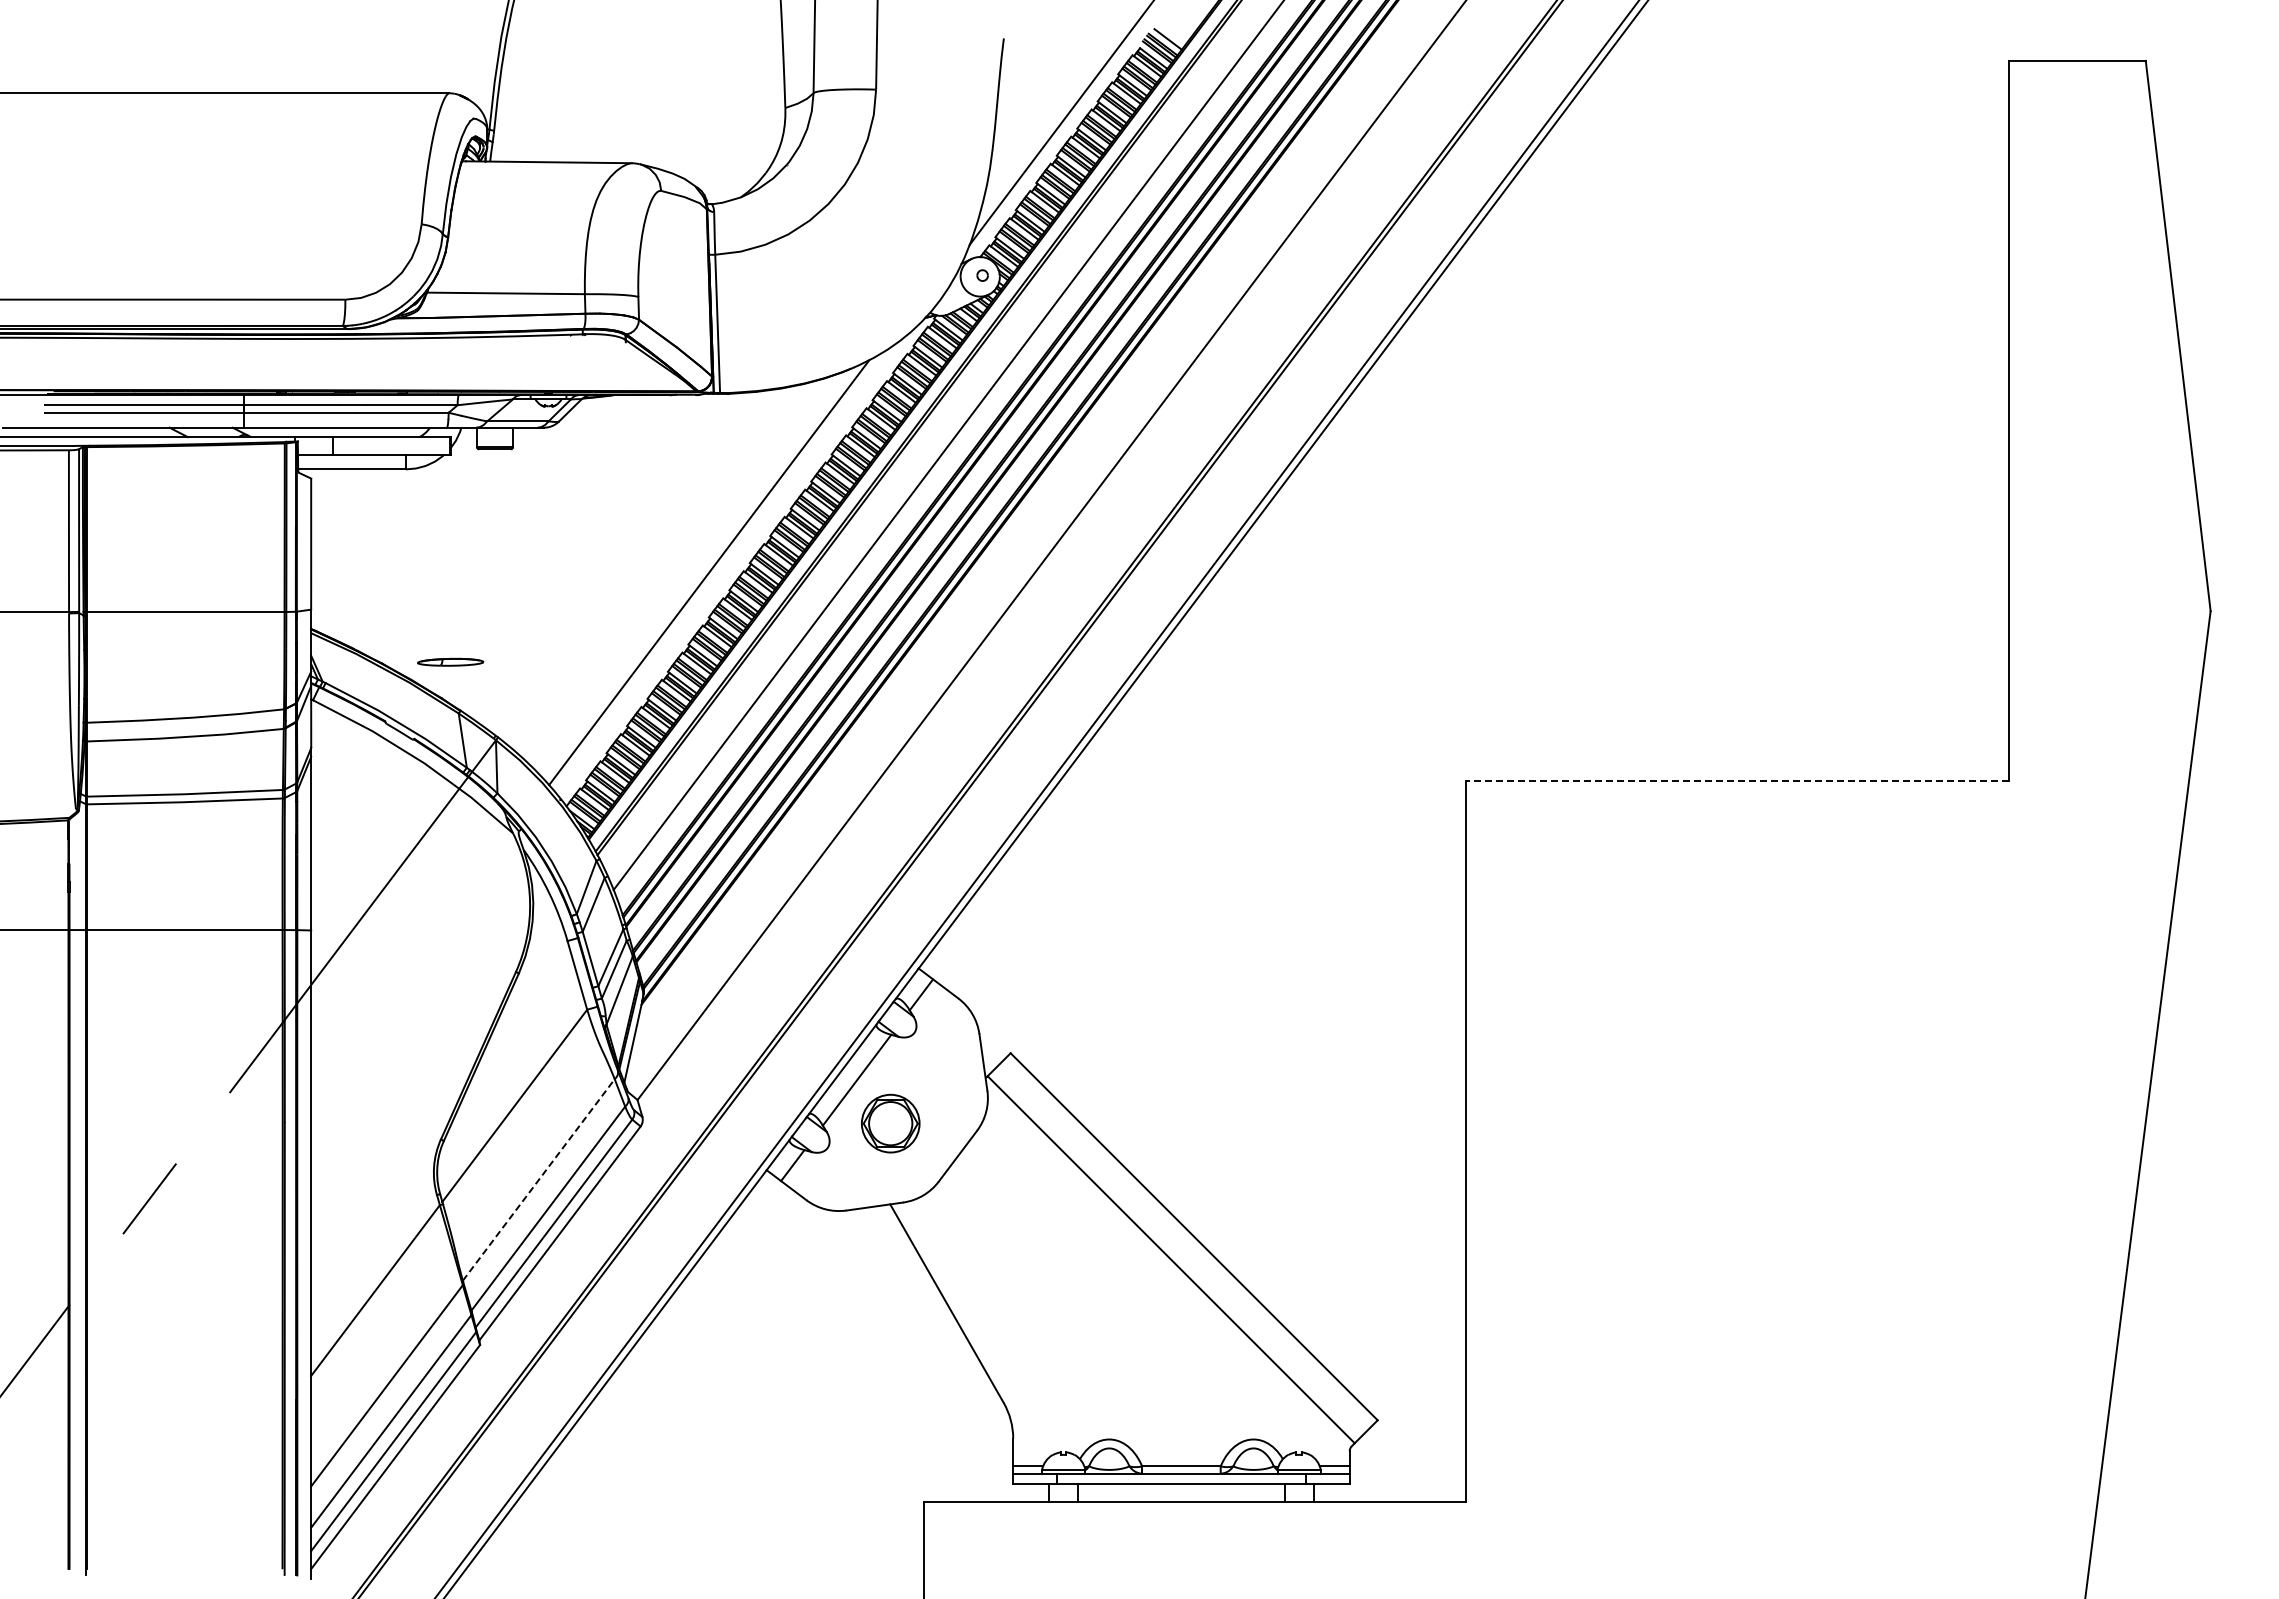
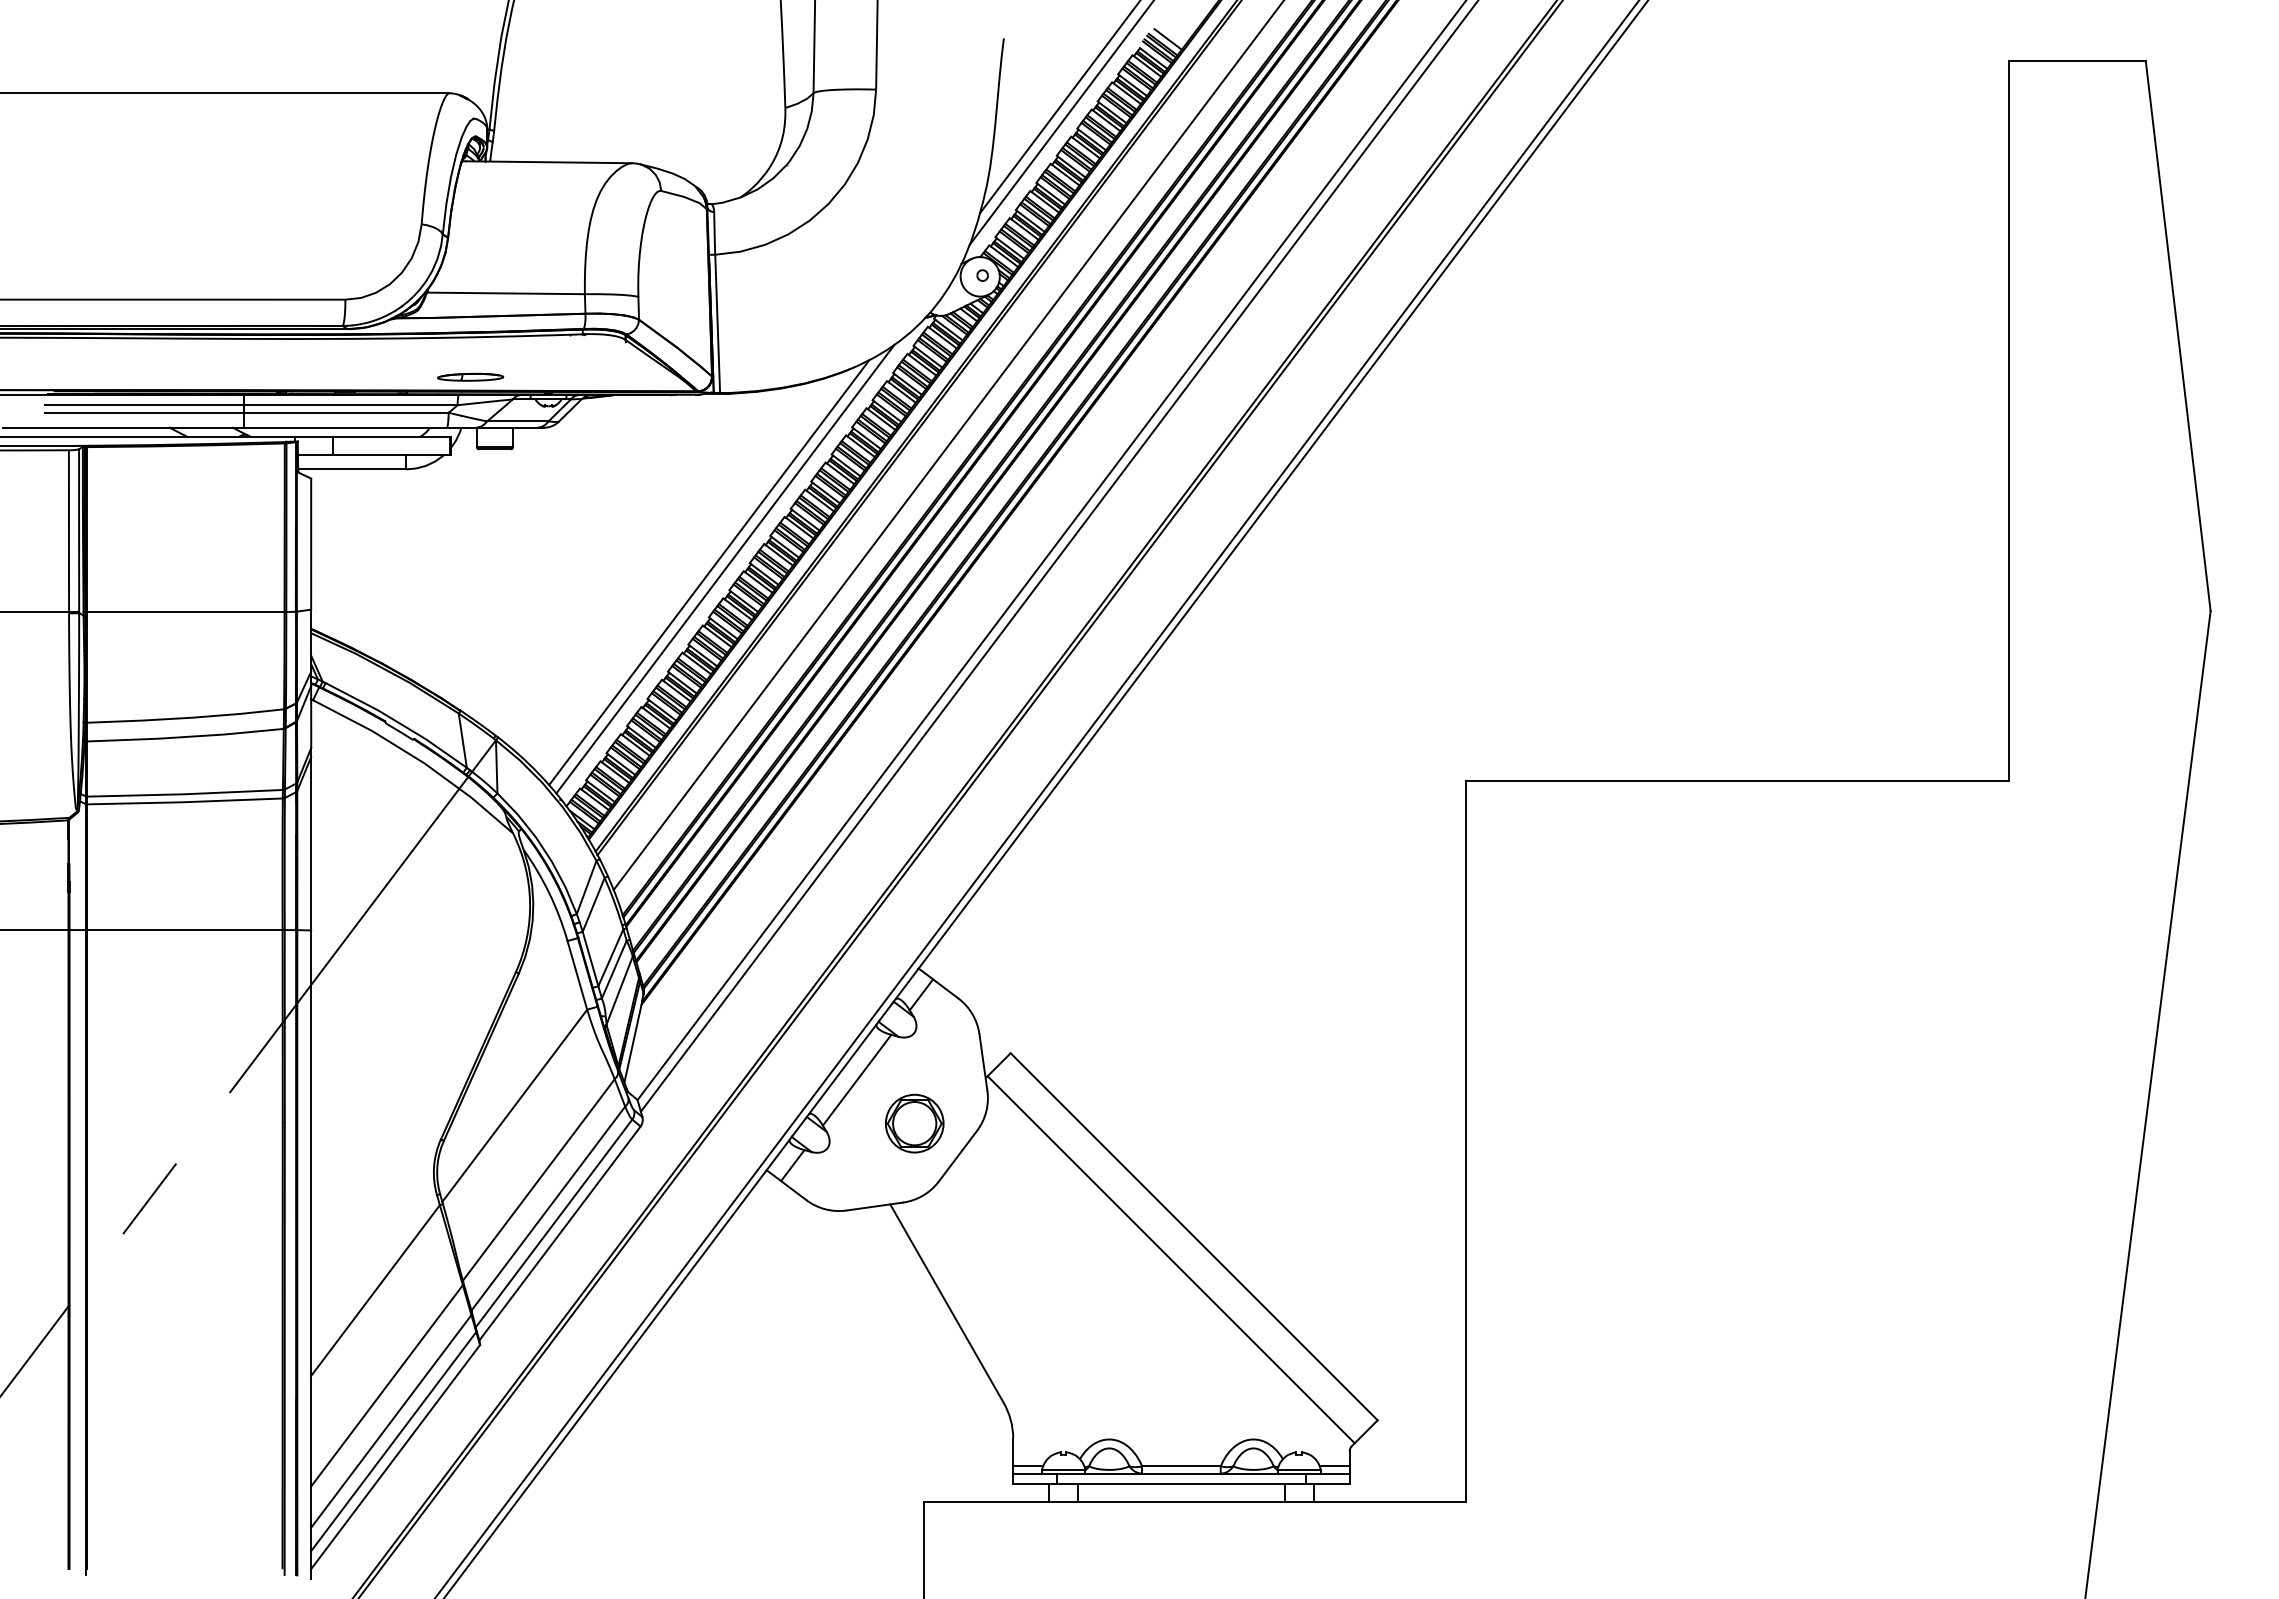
line at (1059, 107): none -> present
line at (1058, 556): none -> present
line at (725, 568): none -> present
part at (450, 661) position: (450, 661) -> (470, 376)
line at (1737, 781): dashed -> solid
part at (890, 1123) position: (890, 1123) -> (914, 1123)
line at (539, 1179): dashed -> solid
